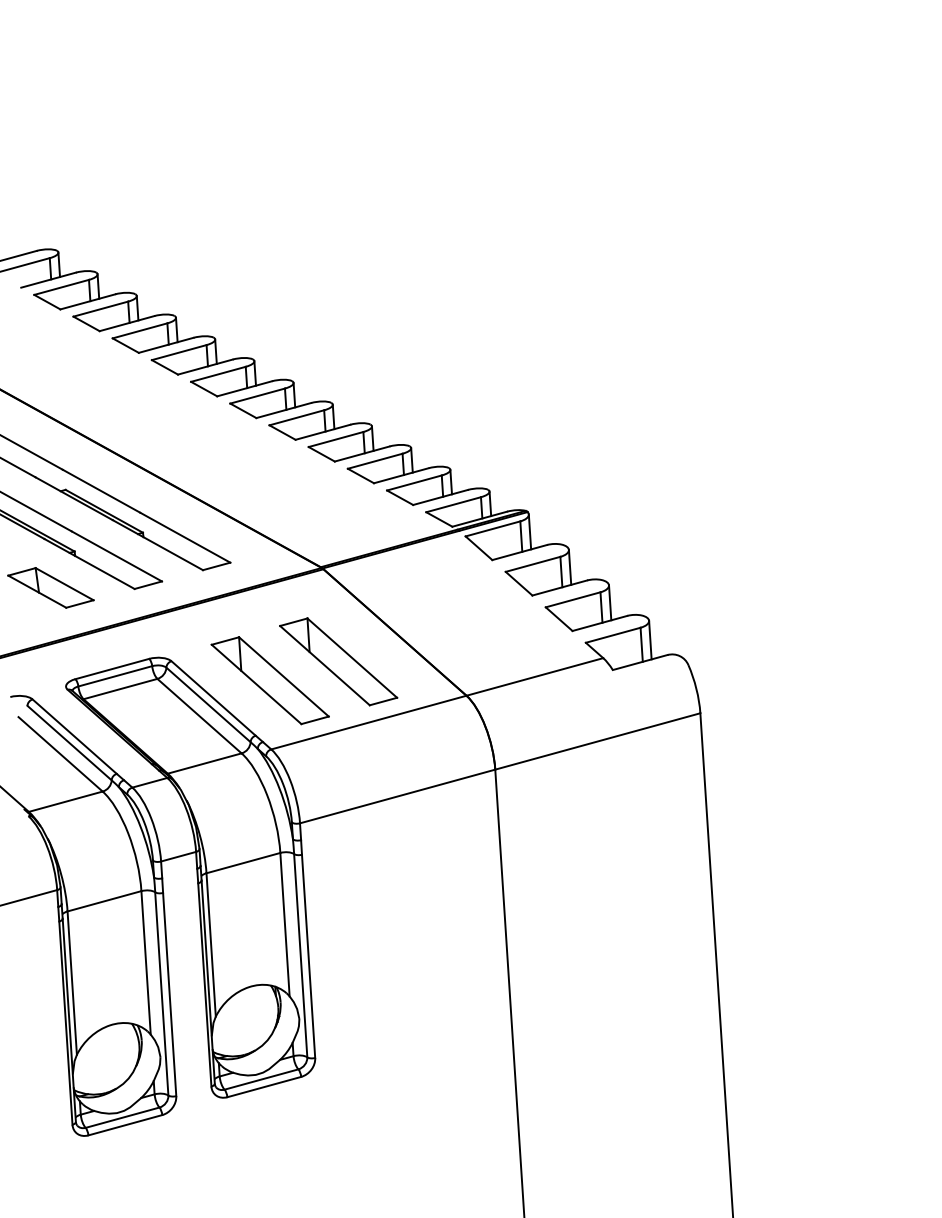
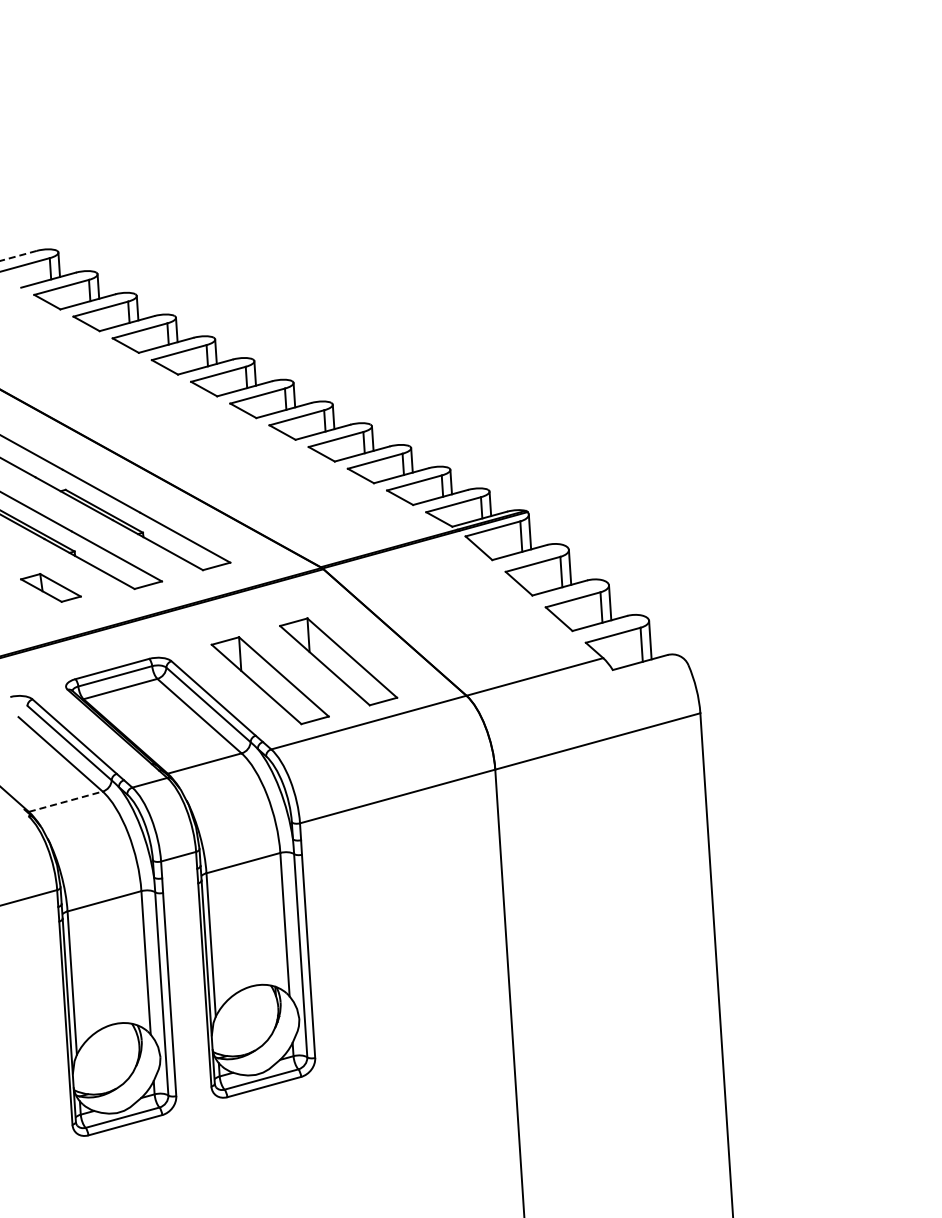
line at (18, 255): solid -> dashed
part at (50, 587) size: 88x42 px -> 62x30 px
line at (66, 801): solid -> dashed
